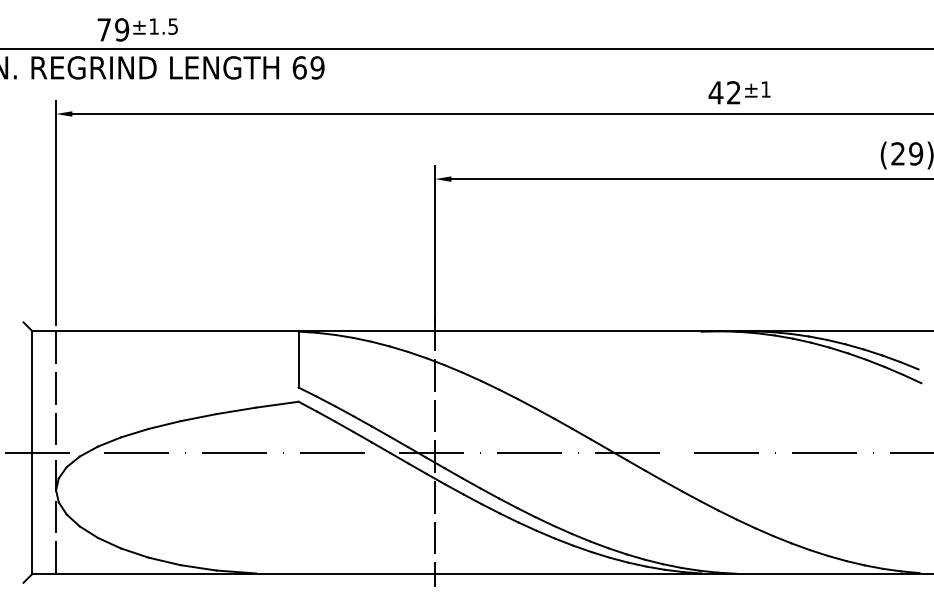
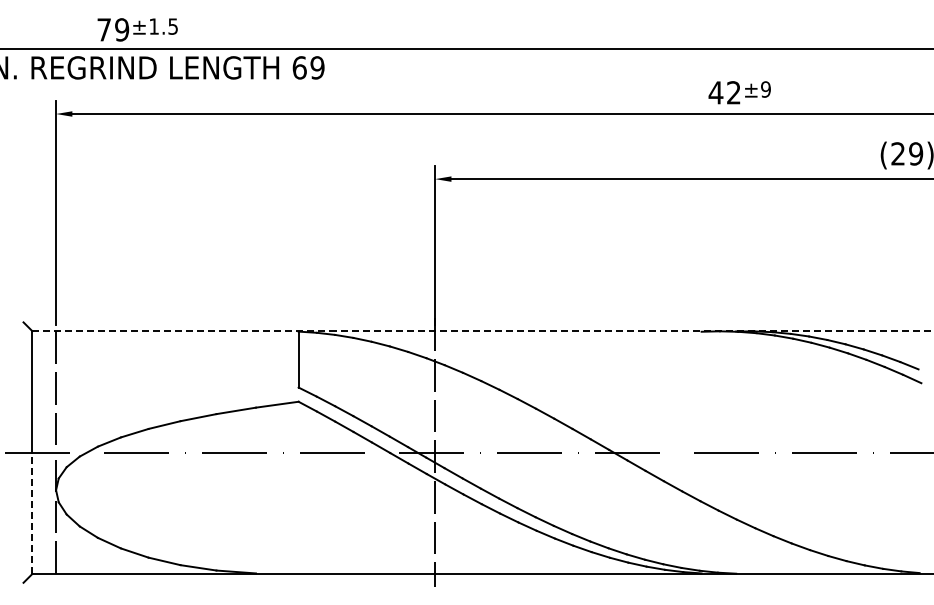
text at (765, 89): ±1 -> ±9
line at (483, 331): solid -> dashed
line at (32, 513): solid -> dashed
